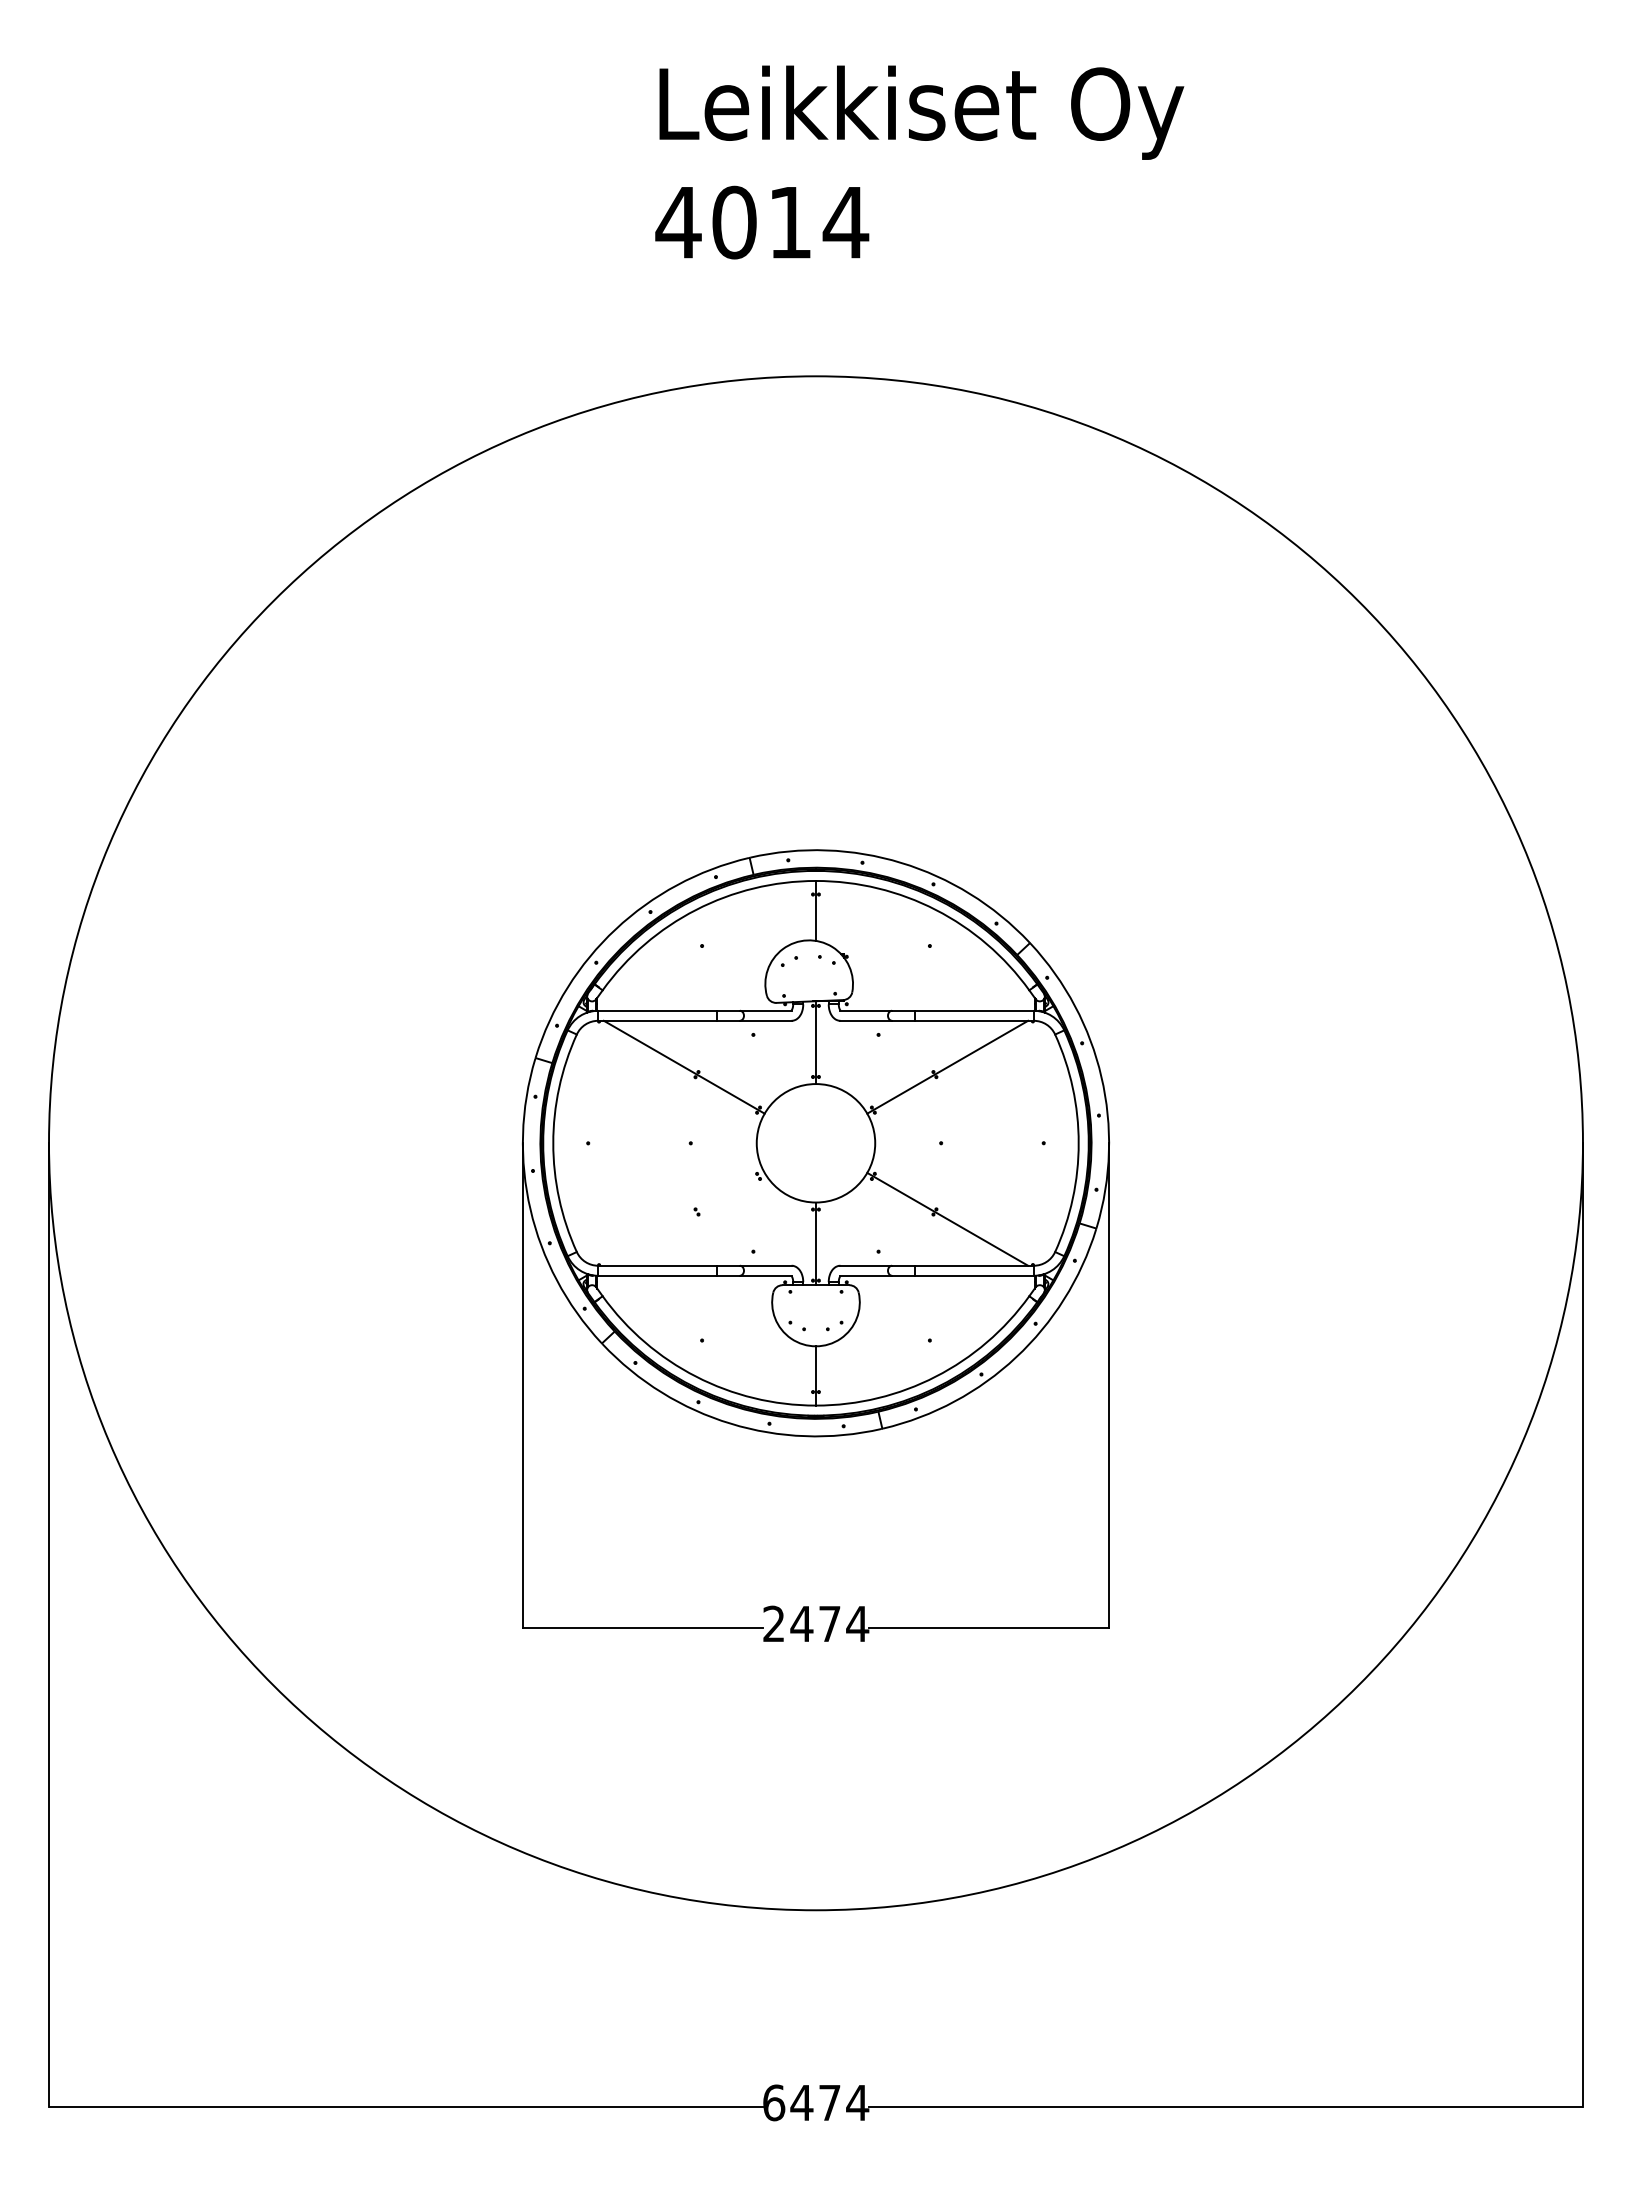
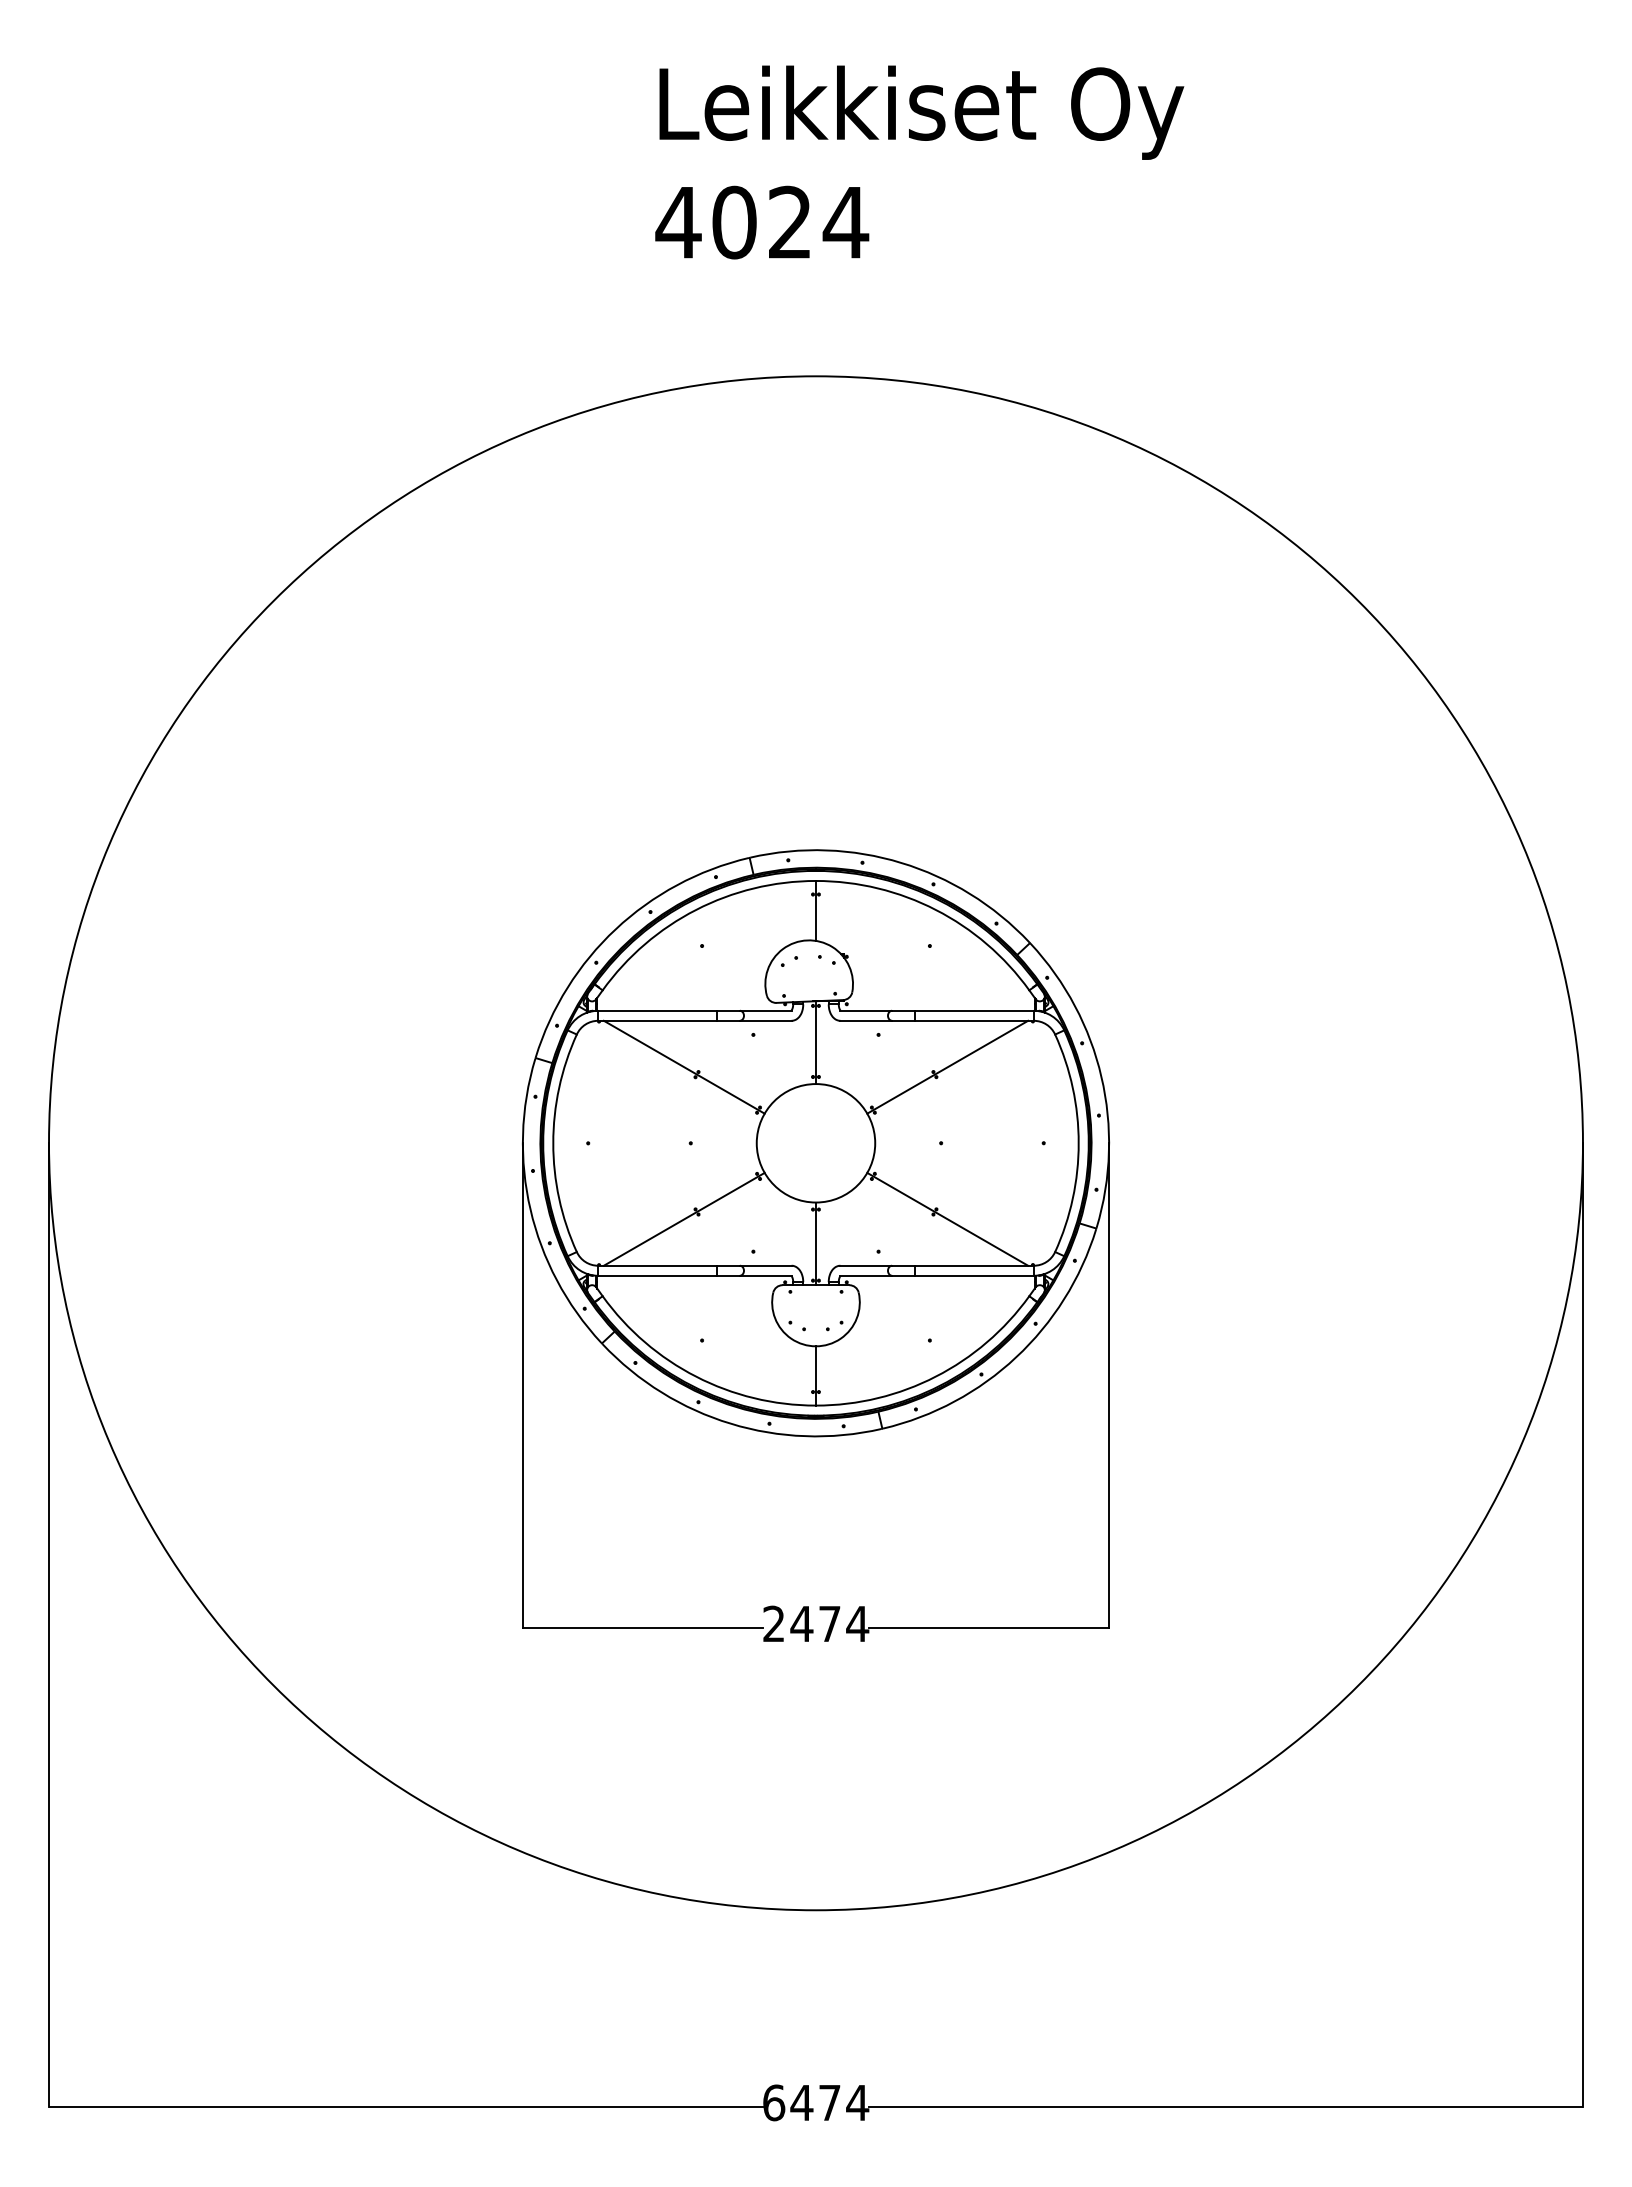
text at (789, 221): 4014 -> 4024
line at (683, 1218): none -> present
